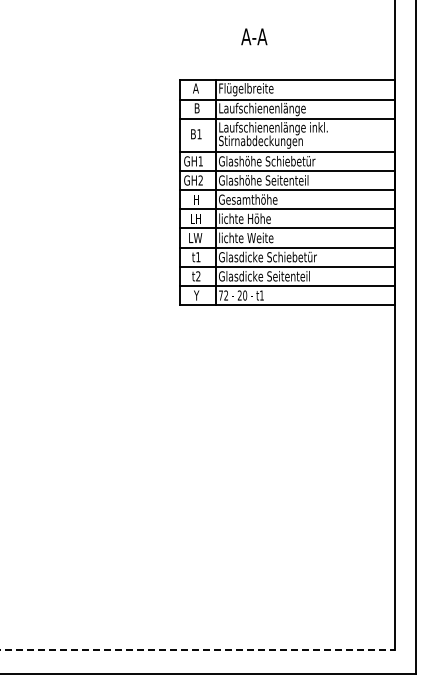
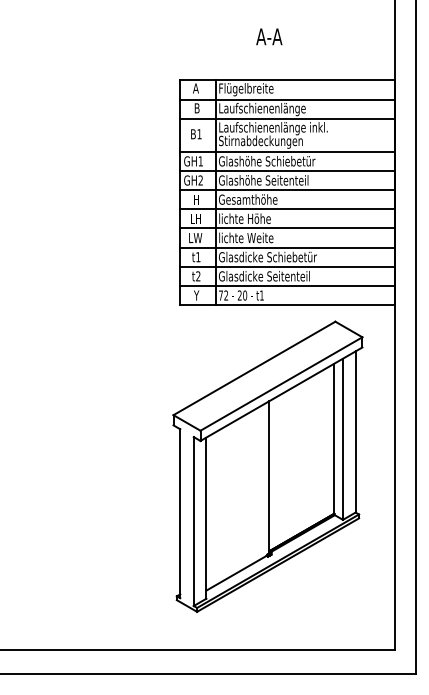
text at (254, 36) position: (254, 36) -> (269, 36)
part at (267, 466): none -> present
line at (197, 650): dashed -> solid
